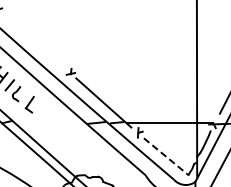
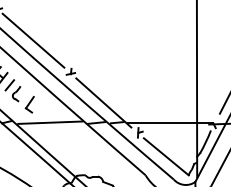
line at (33, 40): none -> present
line at (50, 122): none -> present
line at (166, 157): dashed -> solid
